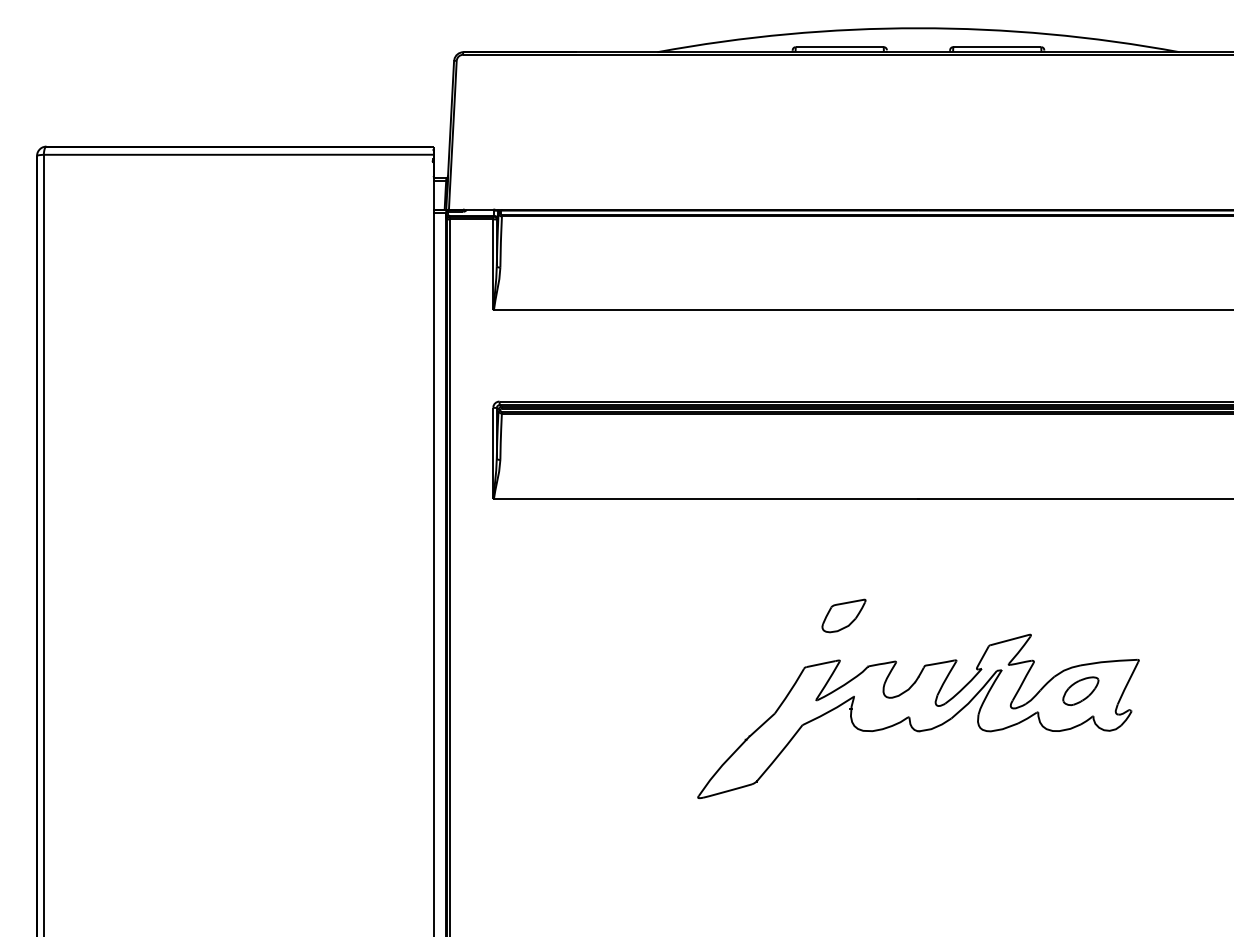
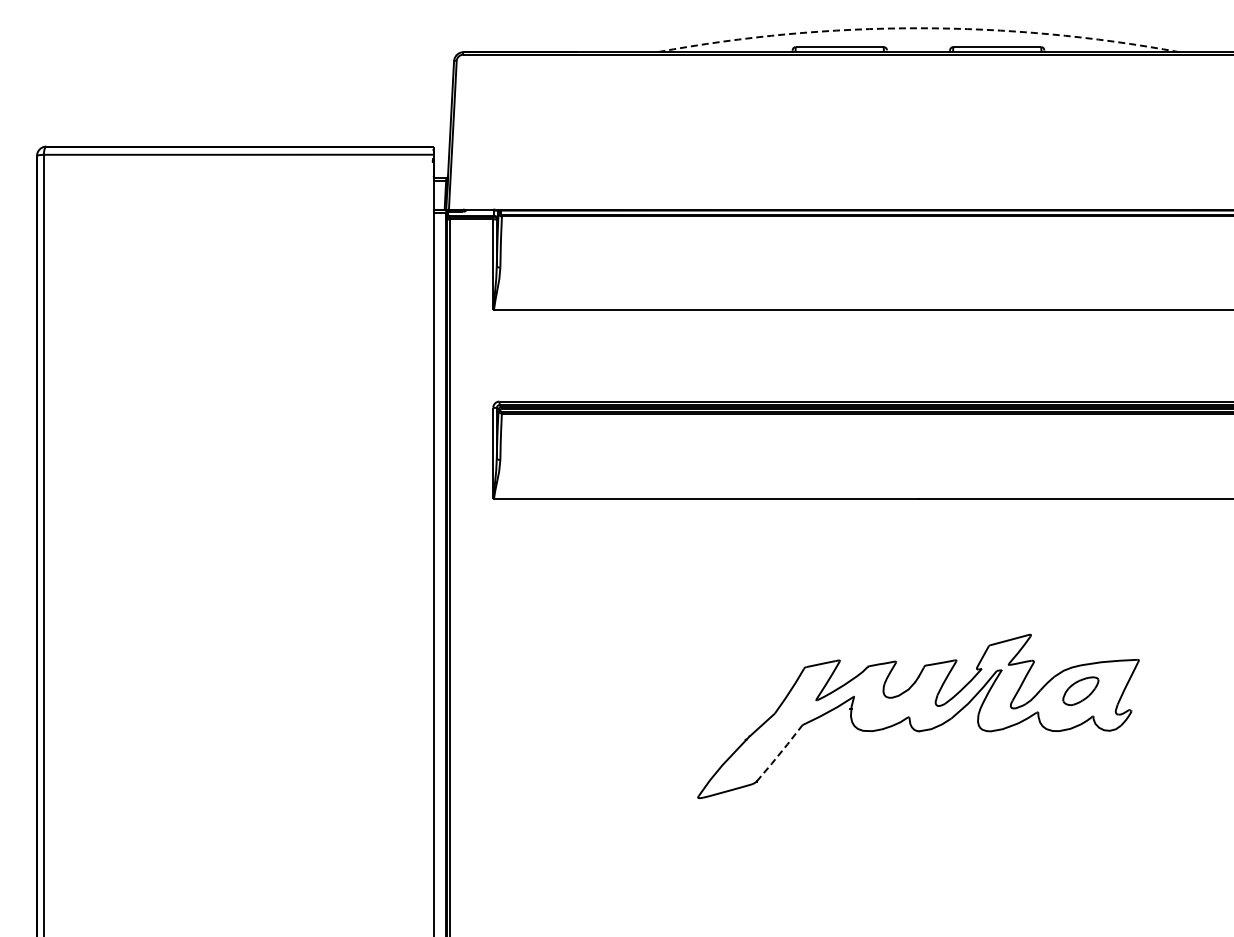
arc at (918, 28): solid -> dashed
part at (843, 615): present -> none
line at (780, 753): solid -> dashed
